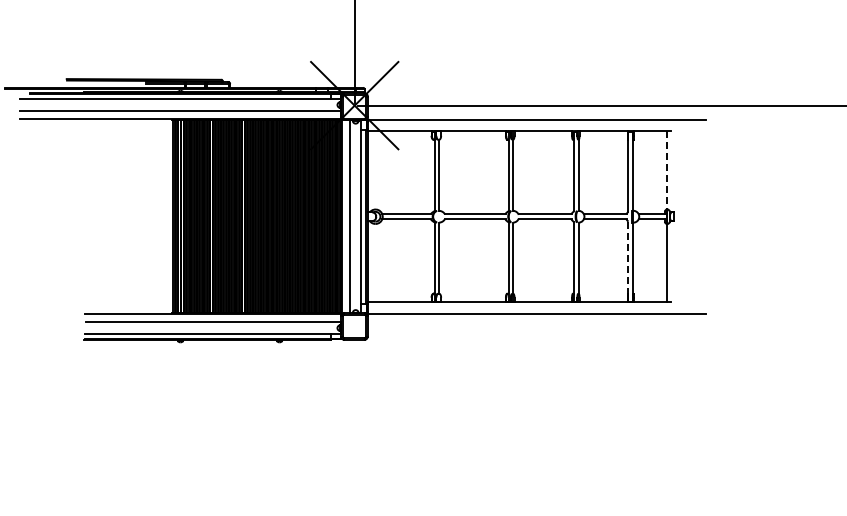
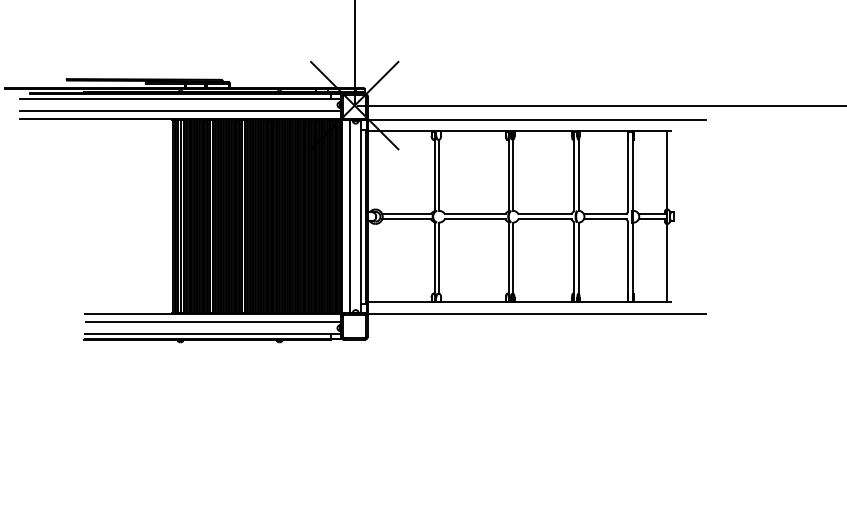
line at (667, 170): dashed -> solid
line at (628, 262): dashed -> solid
